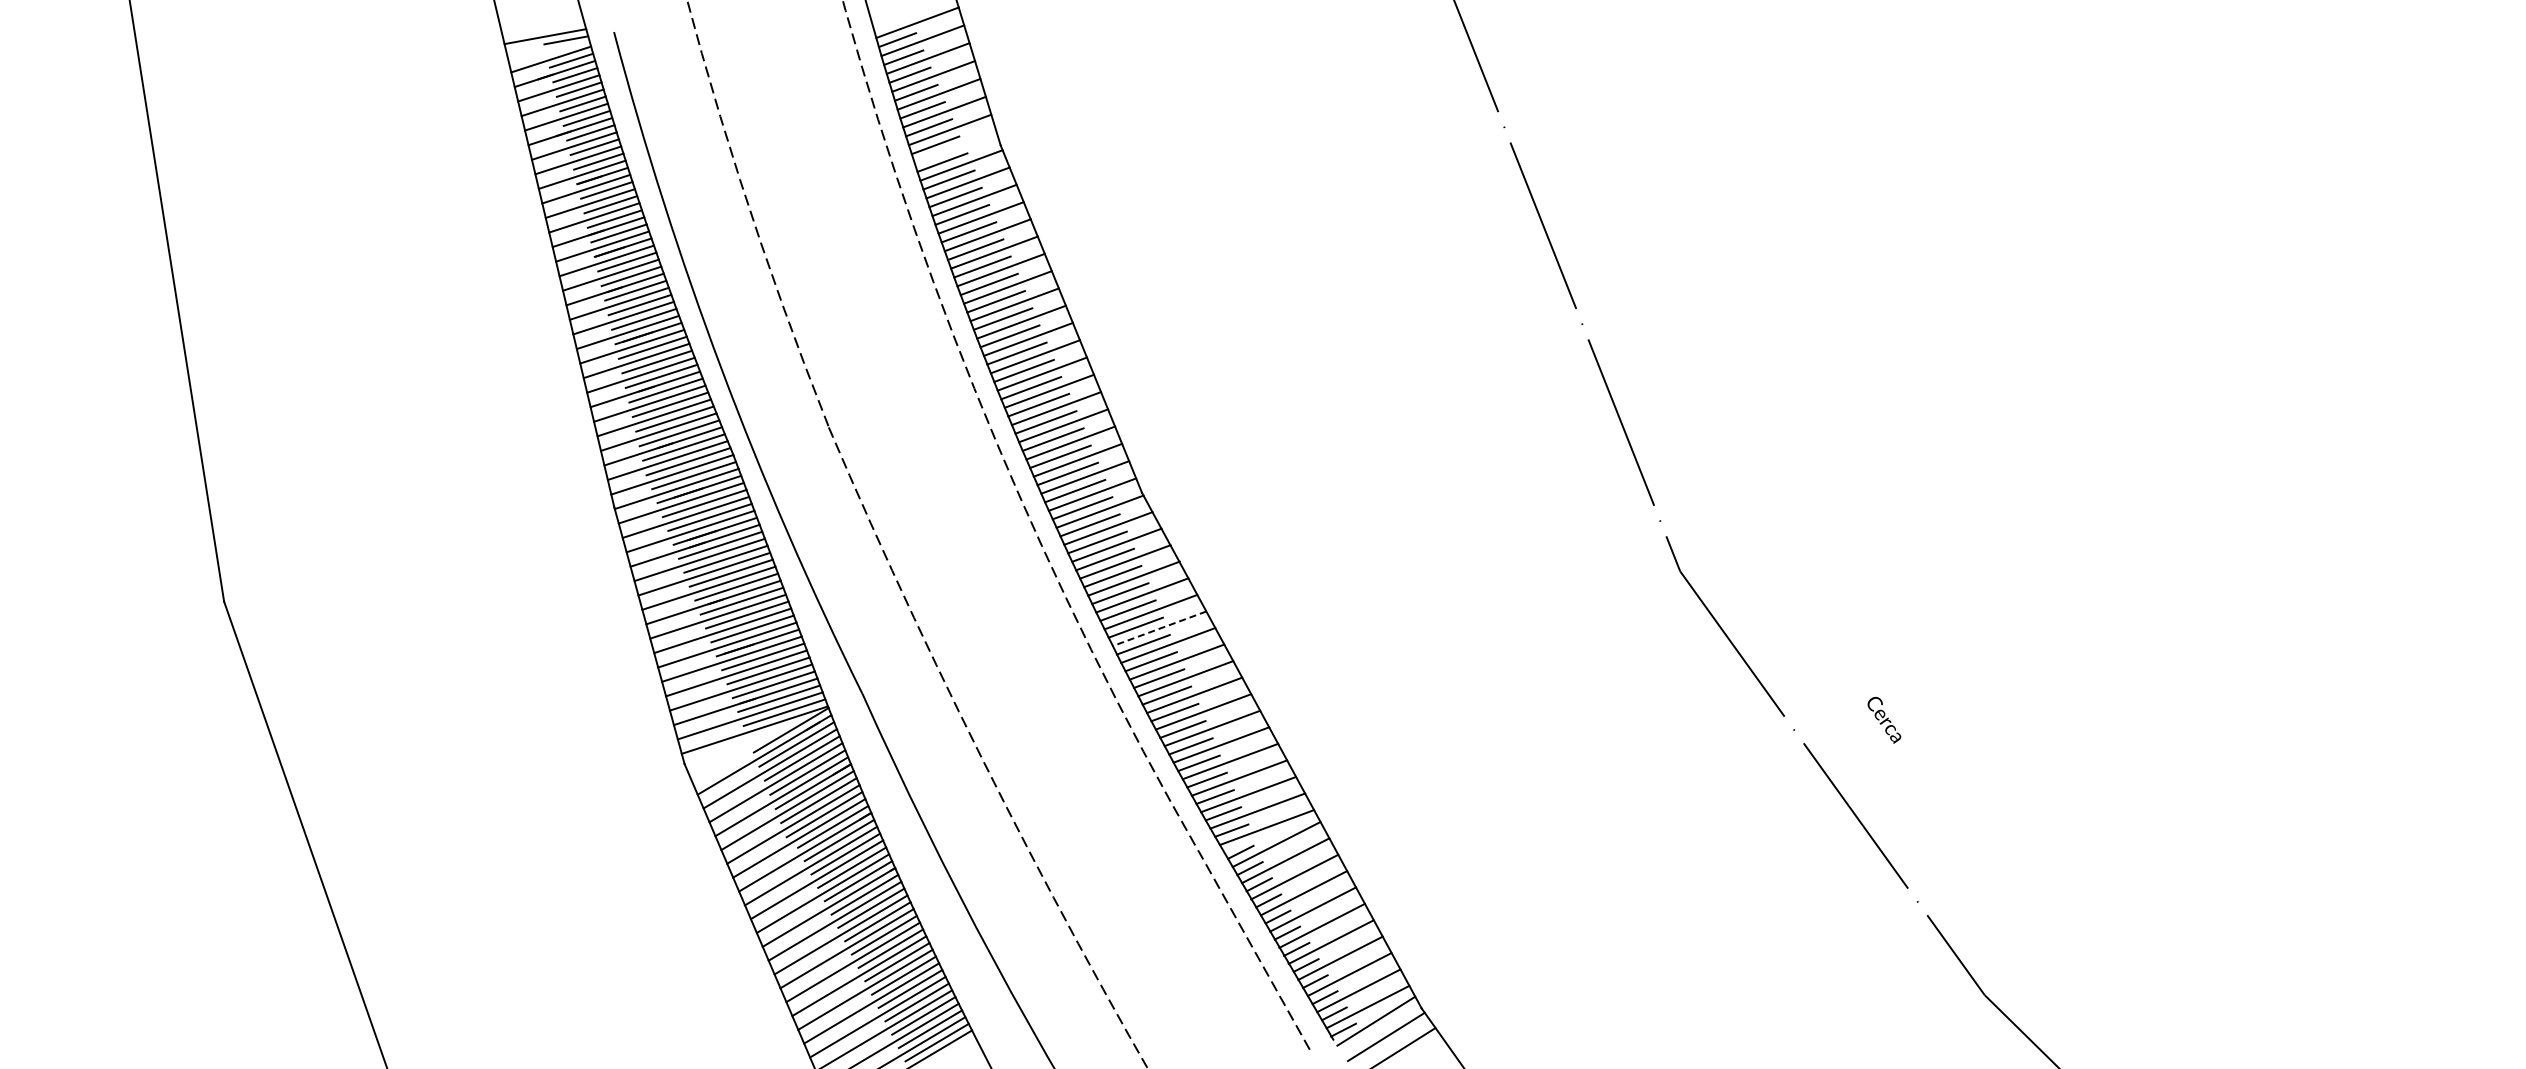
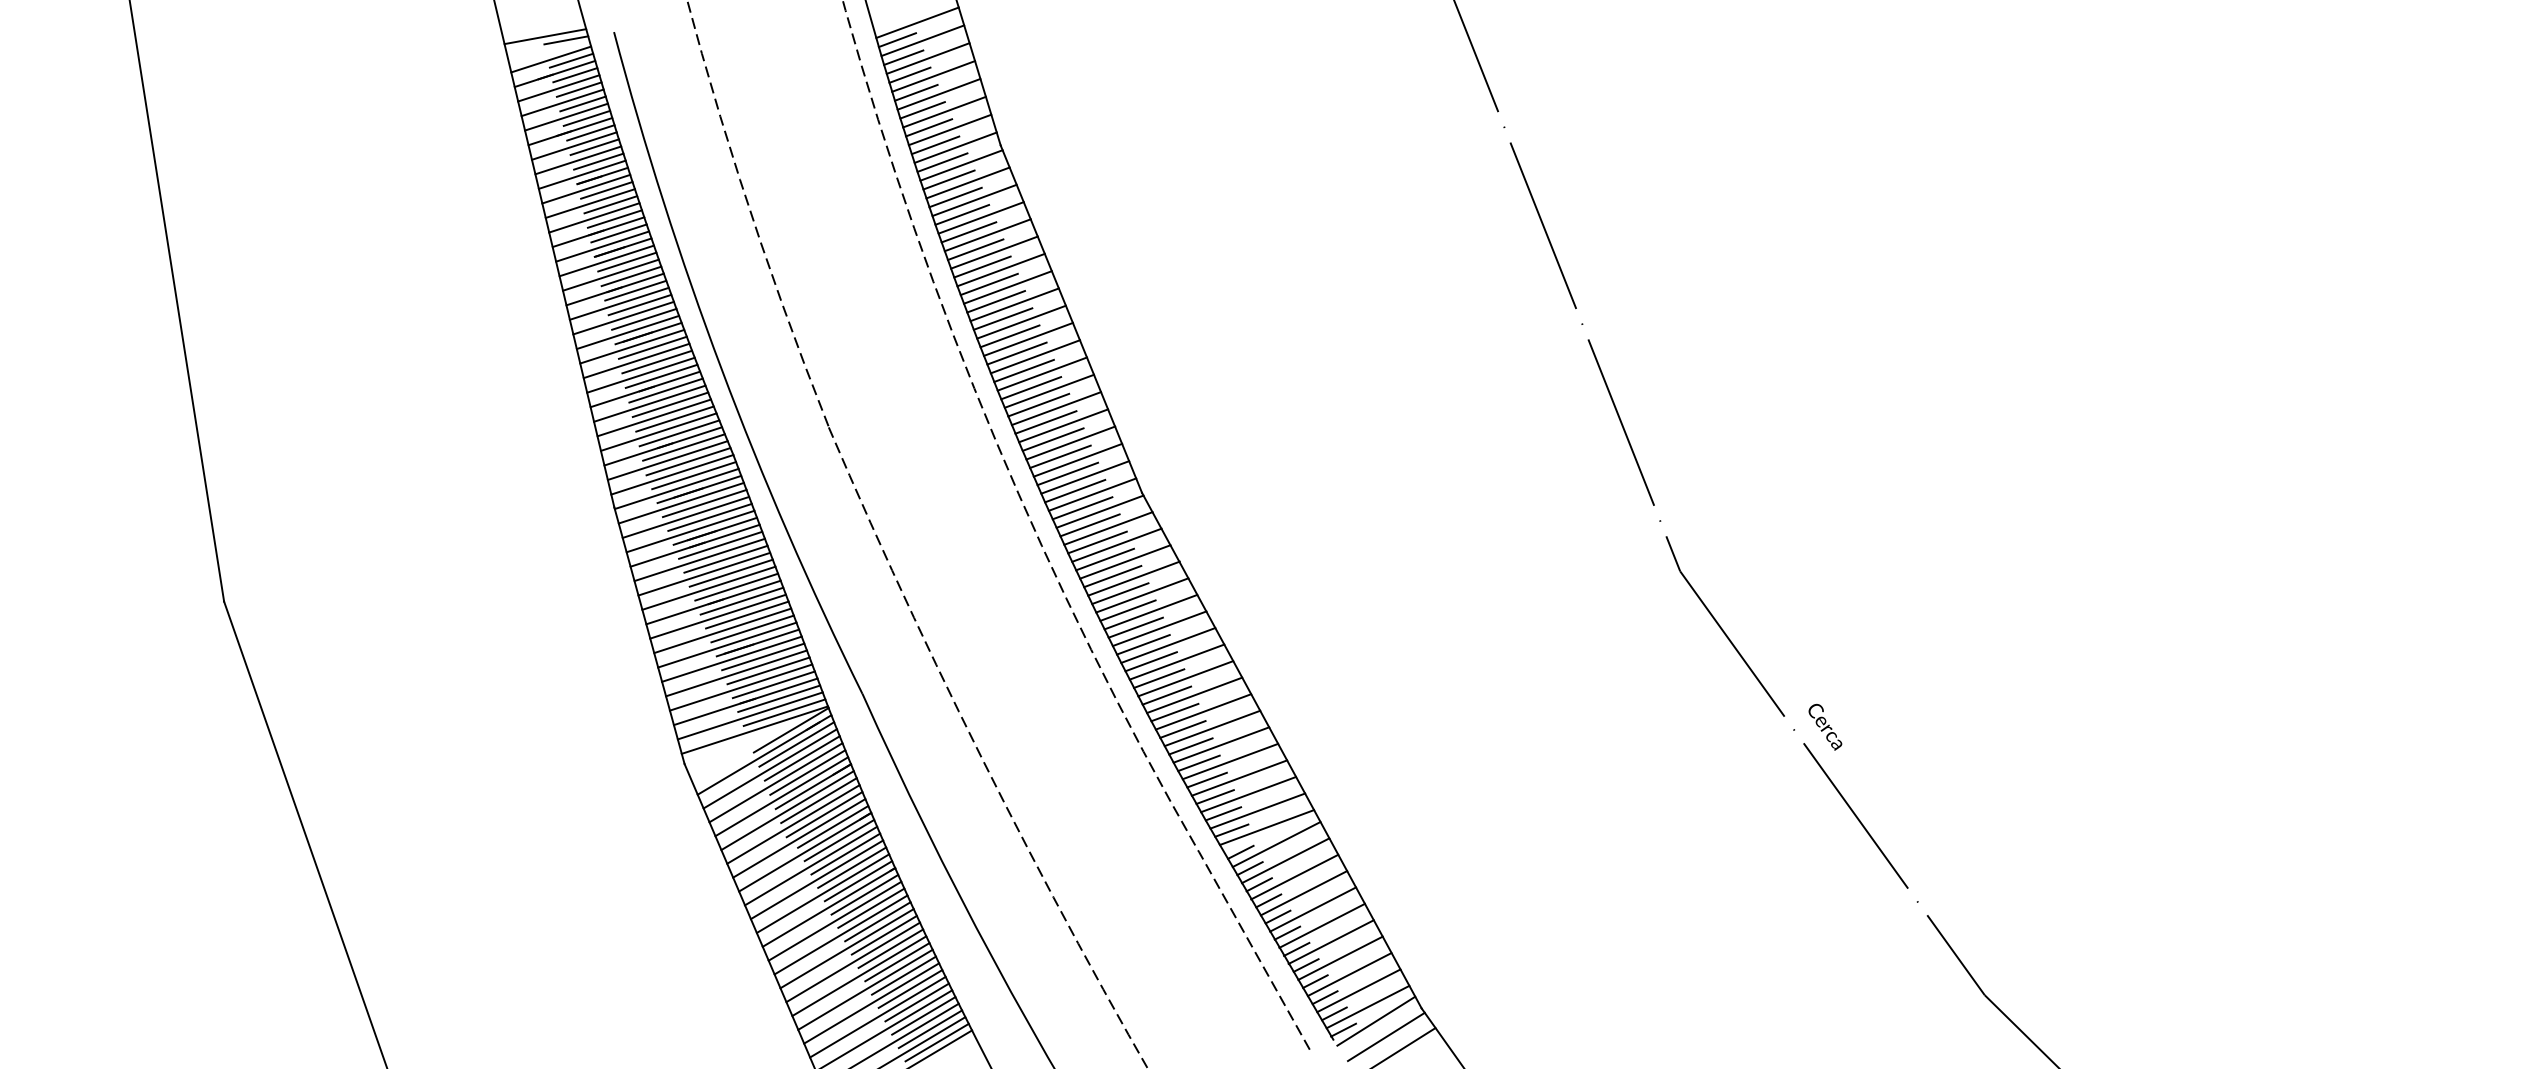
line at (955, 147): none -> present
line at (1159, 628): dashed -> solid
text at (1884, 719) position: (1884, 719) -> (1825, 726)
